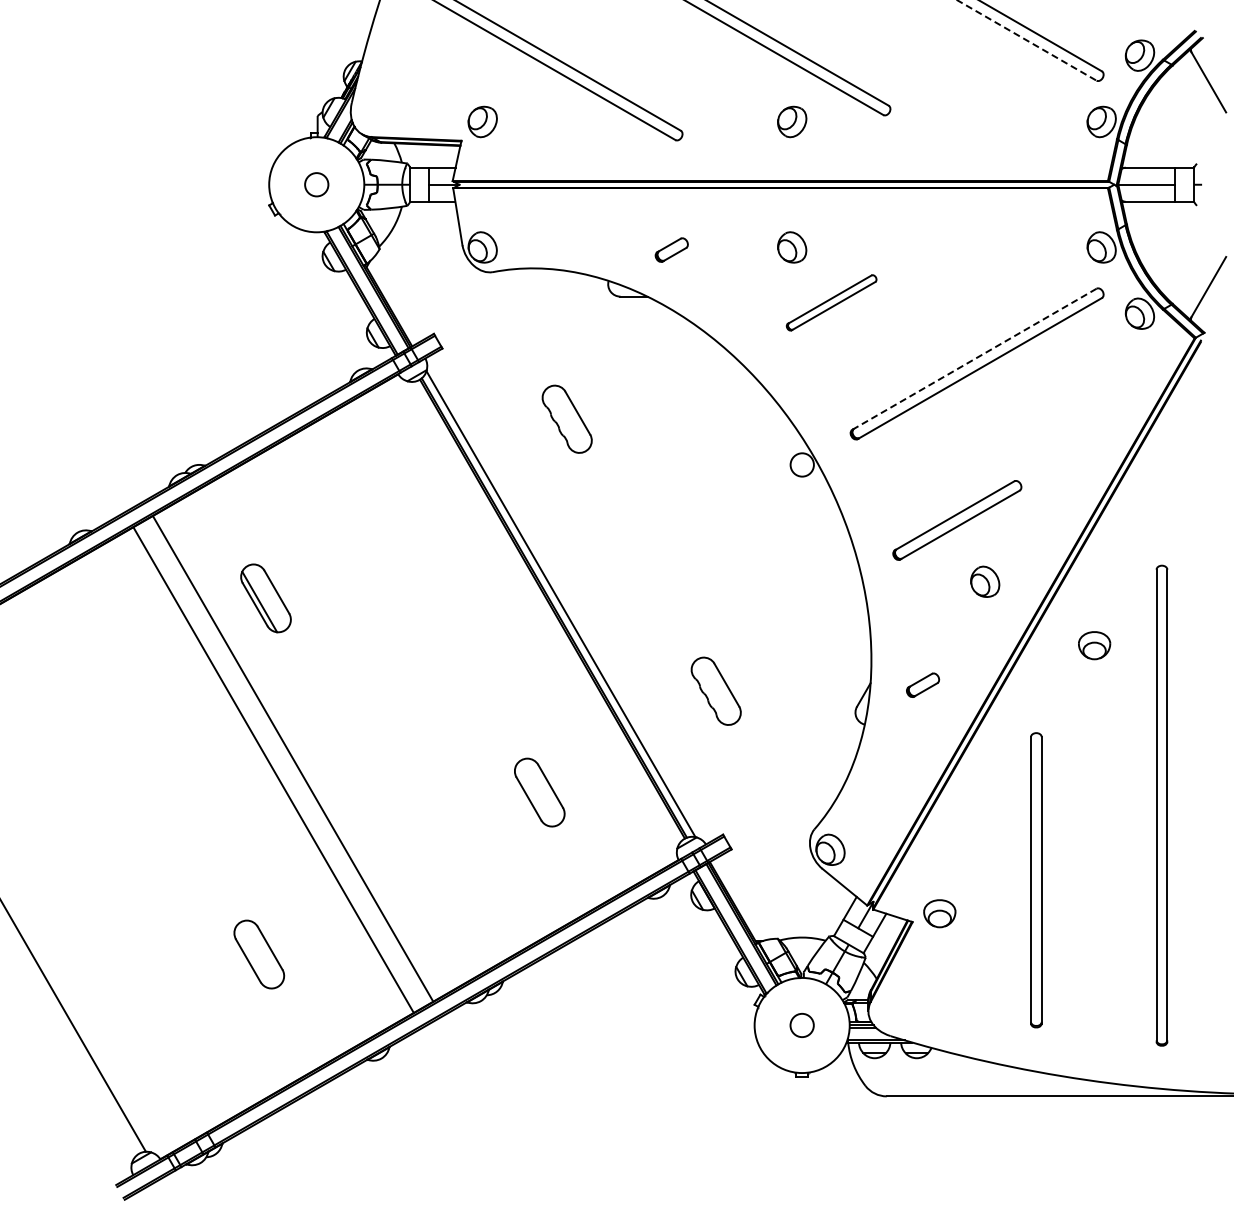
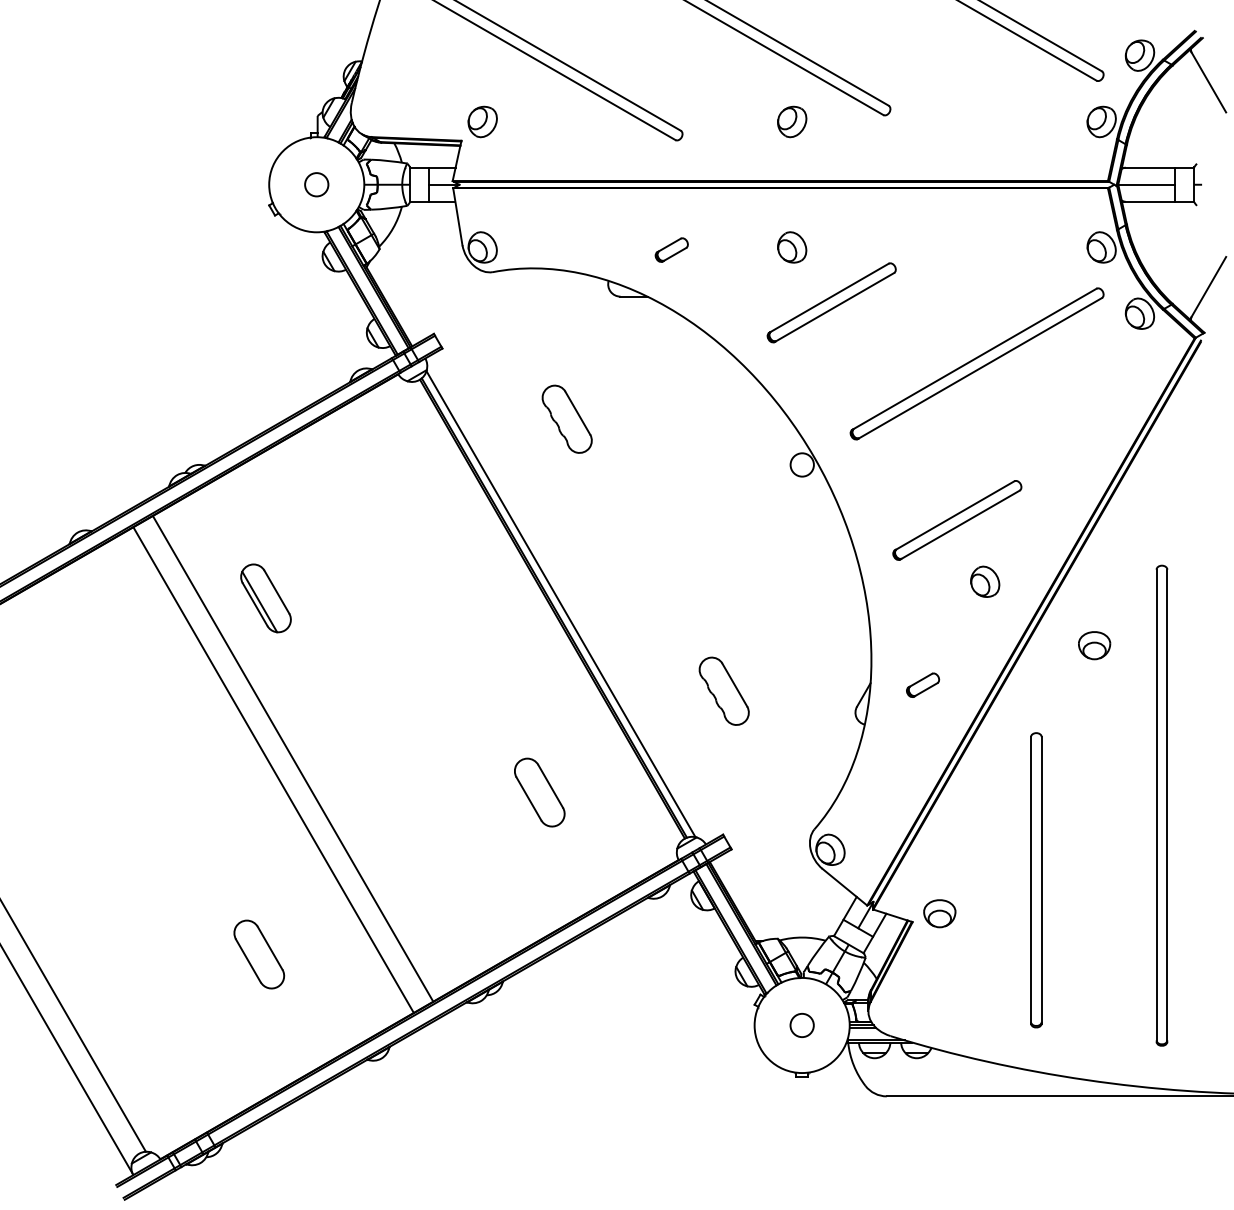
line at (1027, 40): dashed -> solid
part at (831, 302) size: 93x58 px -> 131x82 px
line at (974, 359): dashed -> solid
part at (715, 690) position: (715, 690) -> (723, 690)
line at (67, 1060): none -> present
